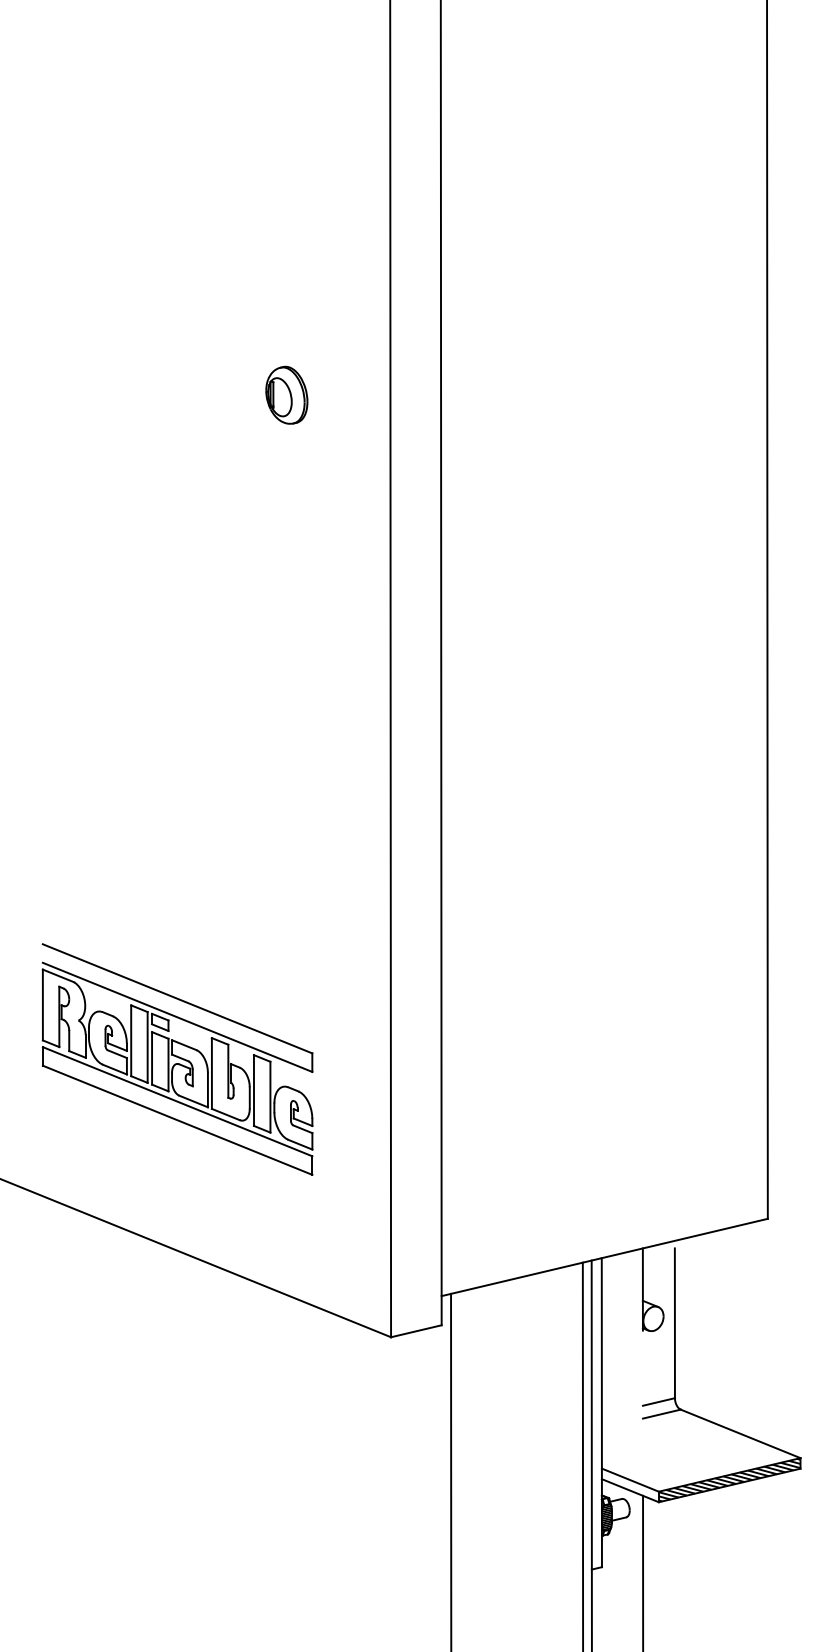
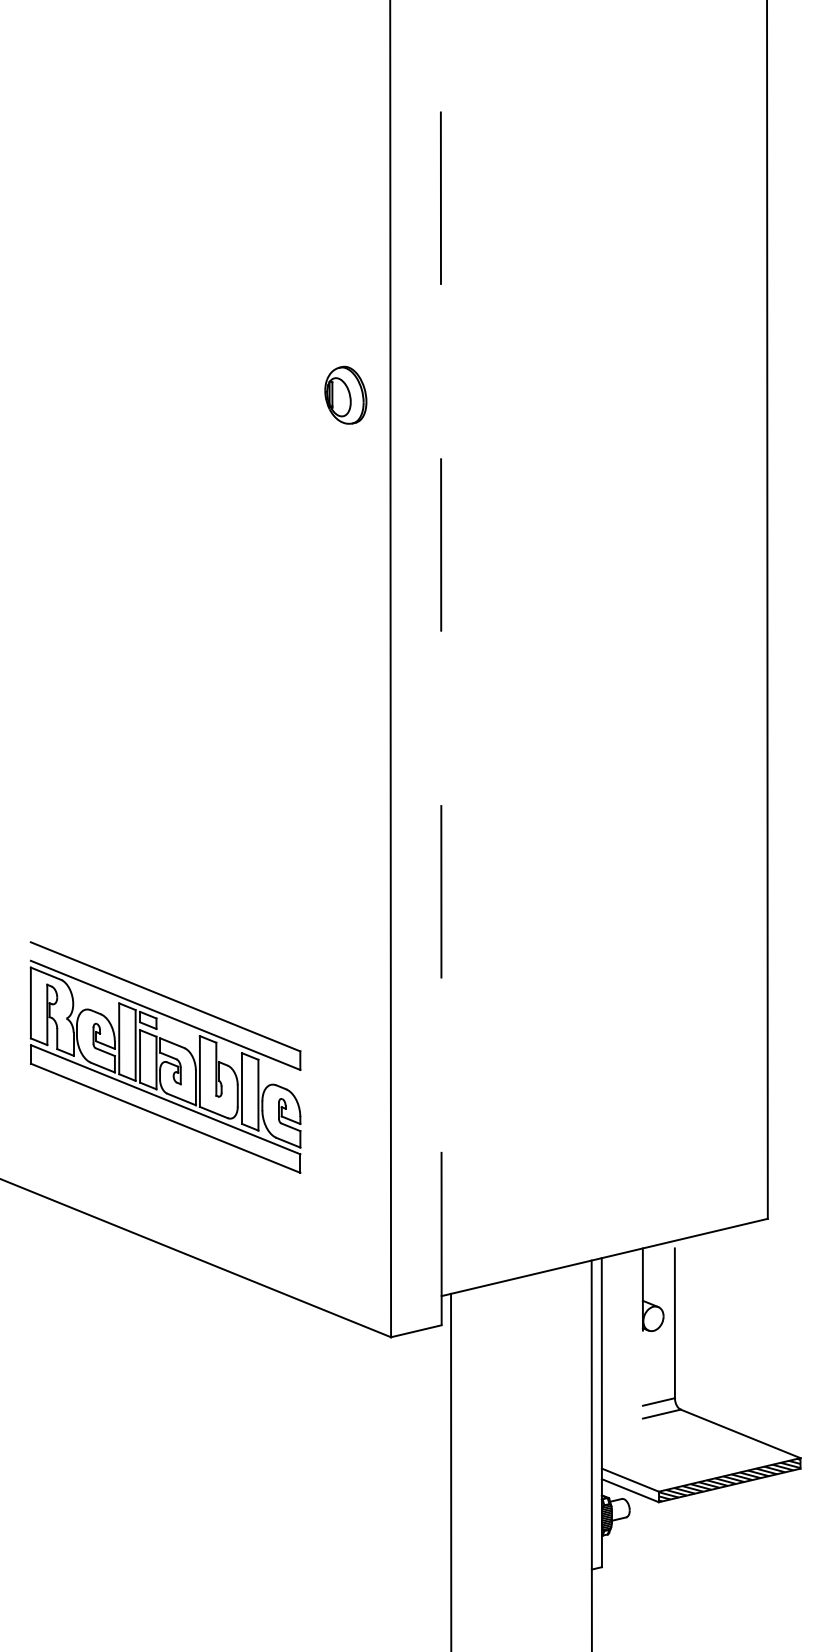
part at (286, 394) position: (286, 394) -> (345, 394)
line at (441, 662): solid -> dashed
part at (177, 1059) position: (177, 1059) -> (165, 1057)
line at (582, 1455): present -> none
line at (643, 1571): present -> none
